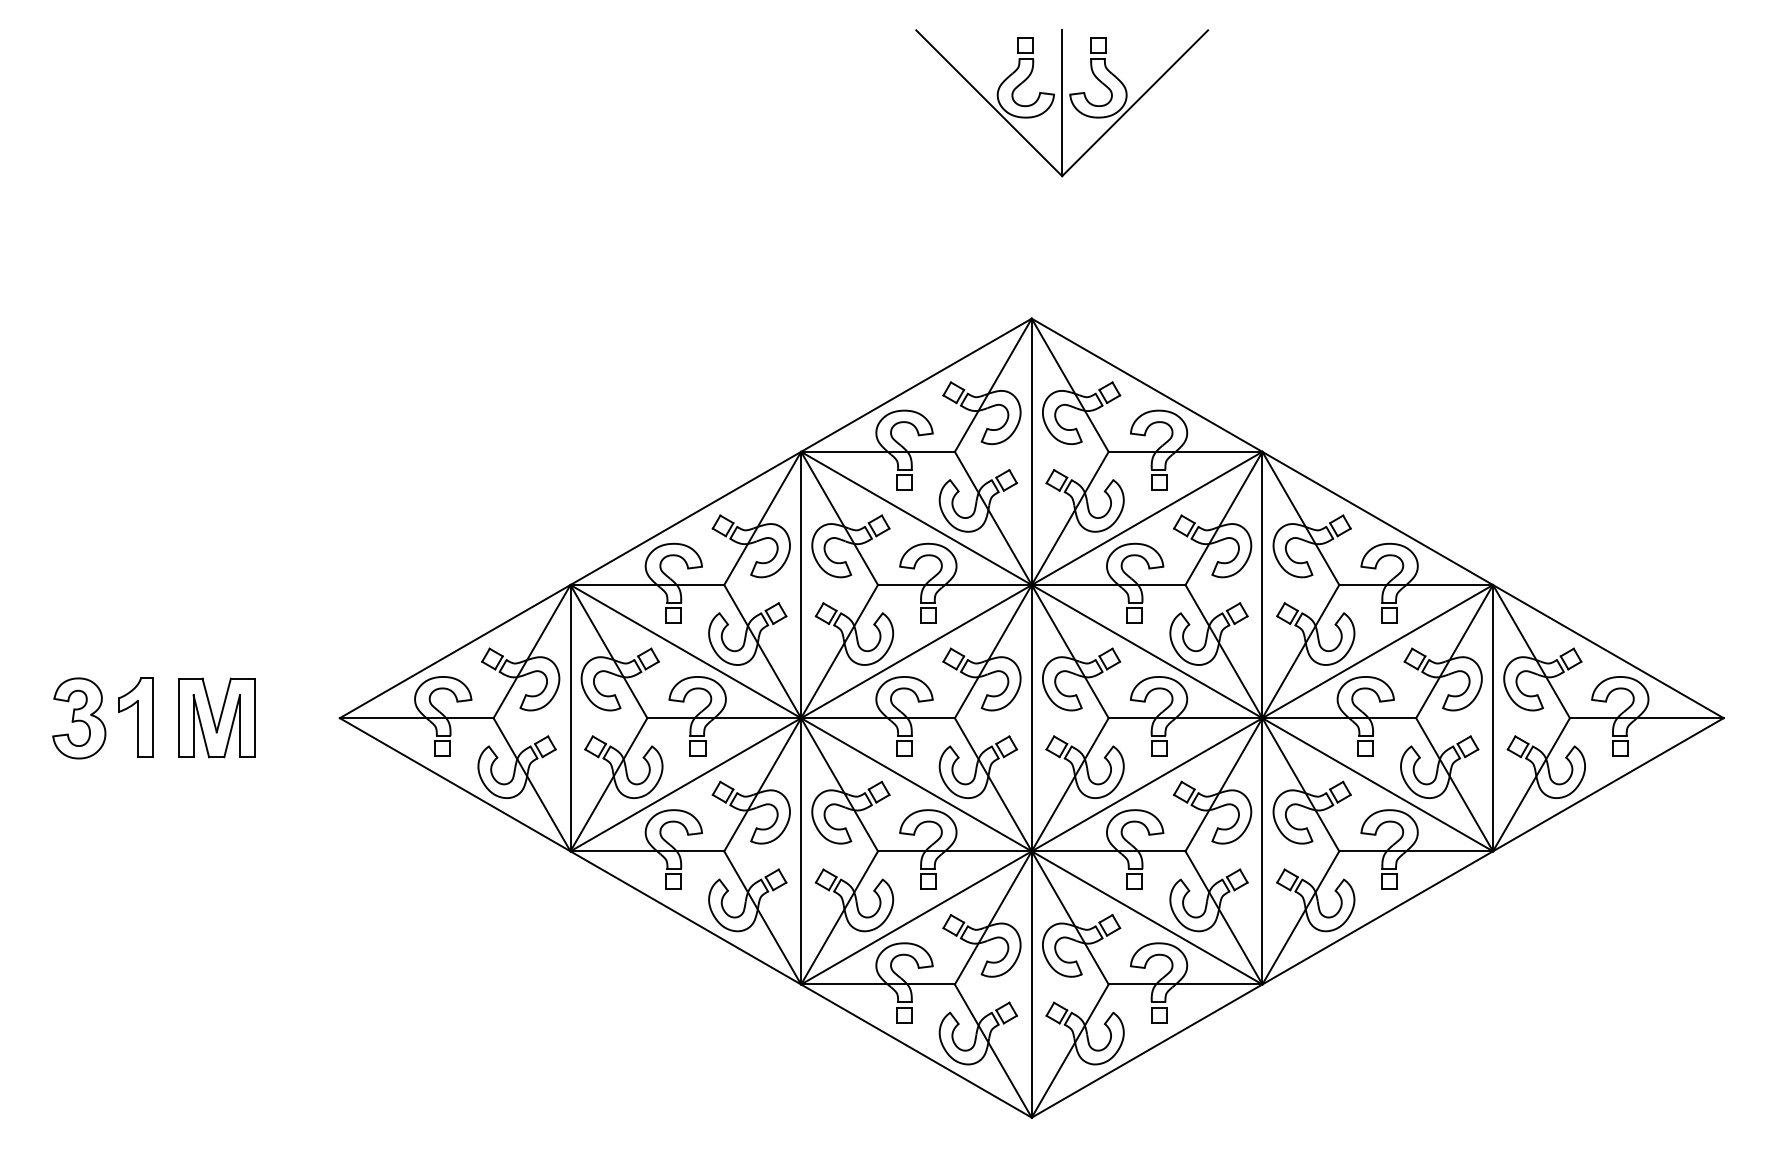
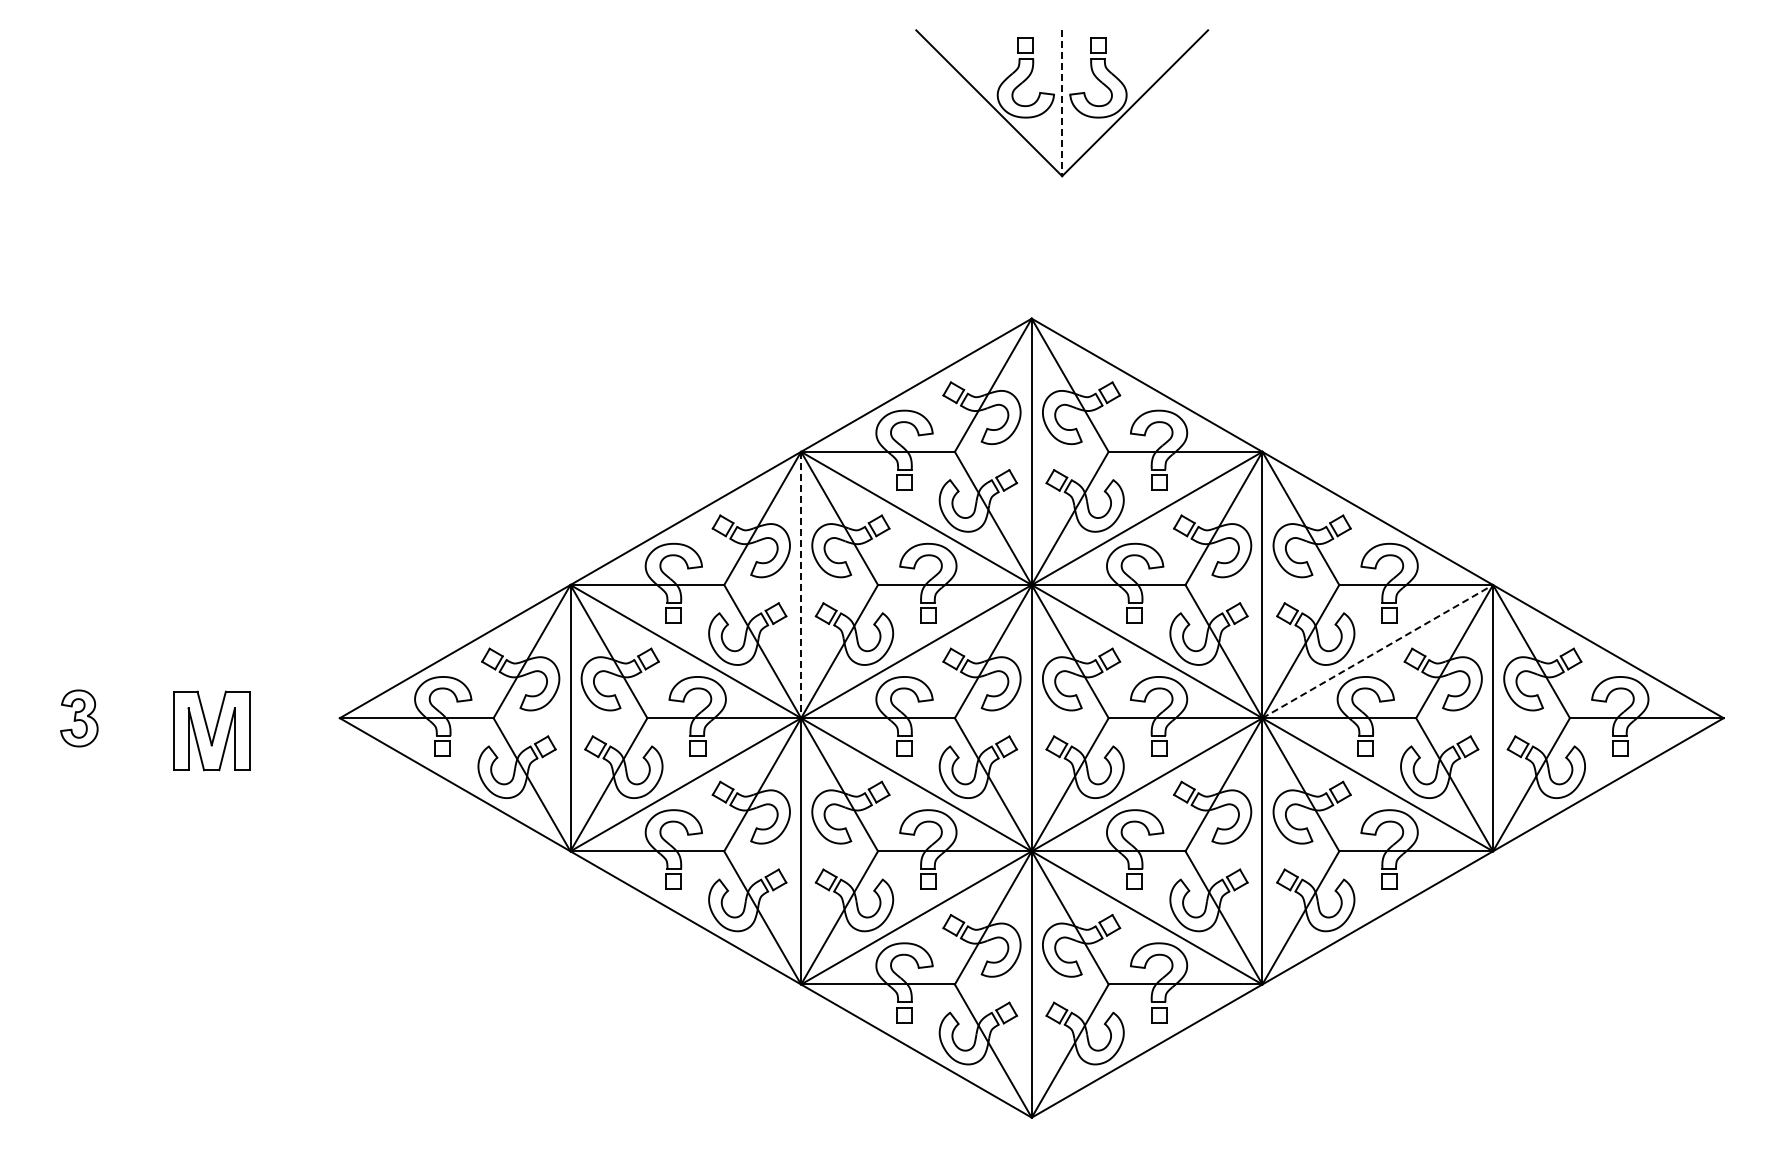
line at (1062, 103): solid -> dashed
line at (801, 585): solid -> dashed
line at (1378, 651): solid -> dashed
part at (135, 717): present -> none
part at (216, 717) position: (216, 717) -> (211, 730)
part at (79, 718) size: 55x83 px -> 39x59 px
